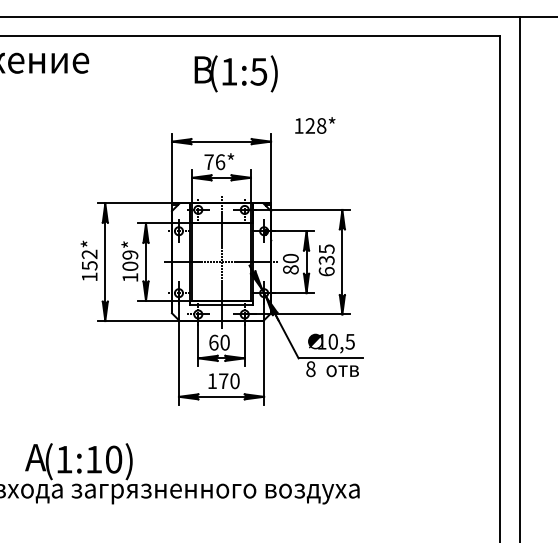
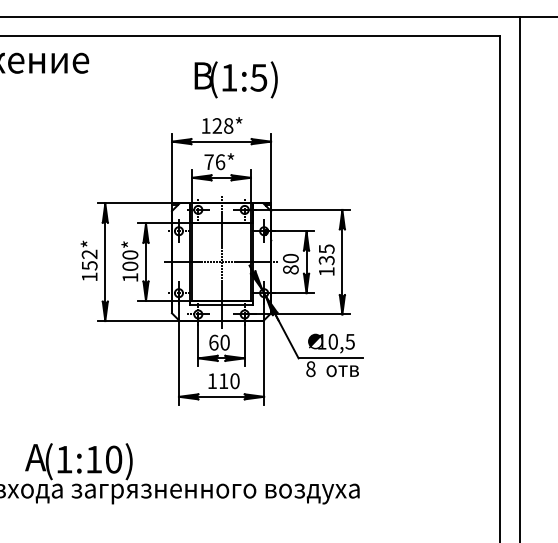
text at (235, 73) position: (235, 73) -> (235, 79)
text at (315, 125) position: (315, 125) -> (222, 125)
text at (130, 254): 109* -> 100*
text at (326, 271): 635 -> 135
text at (223, 380): 170 -> 110
